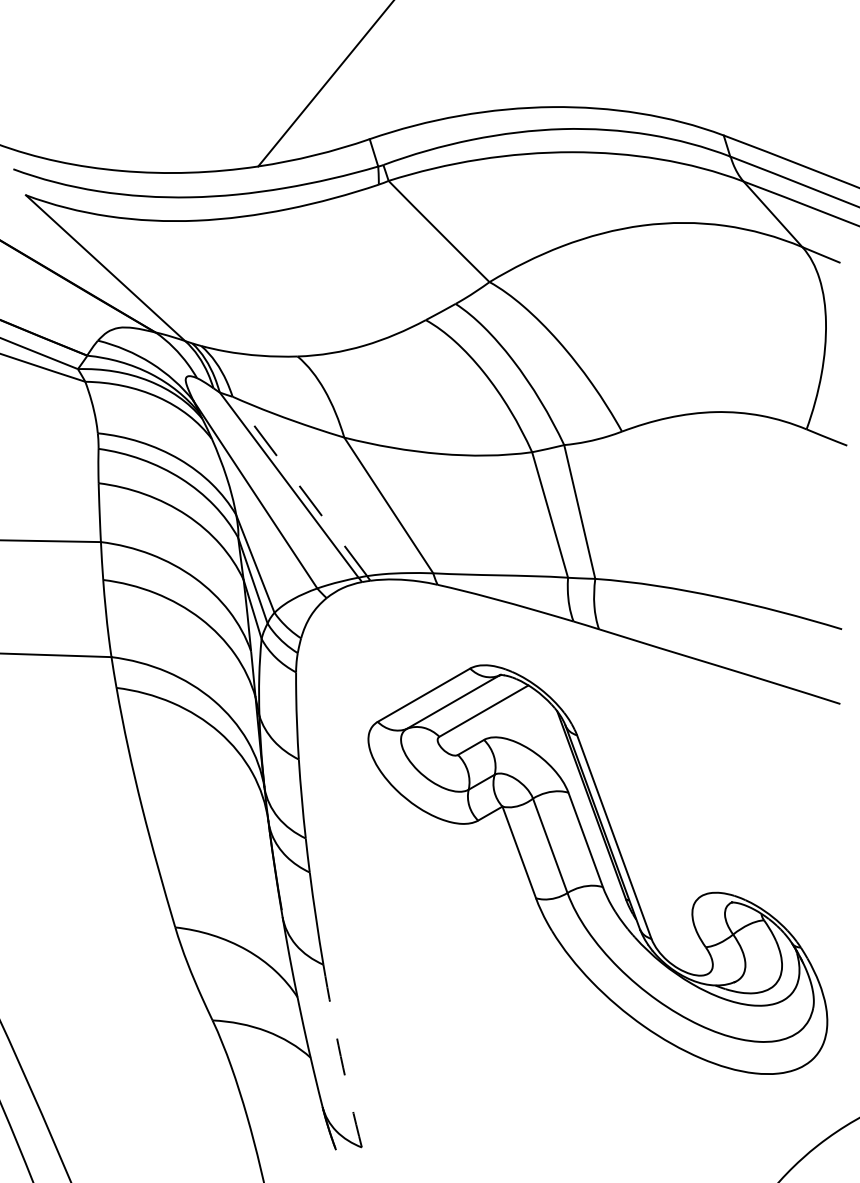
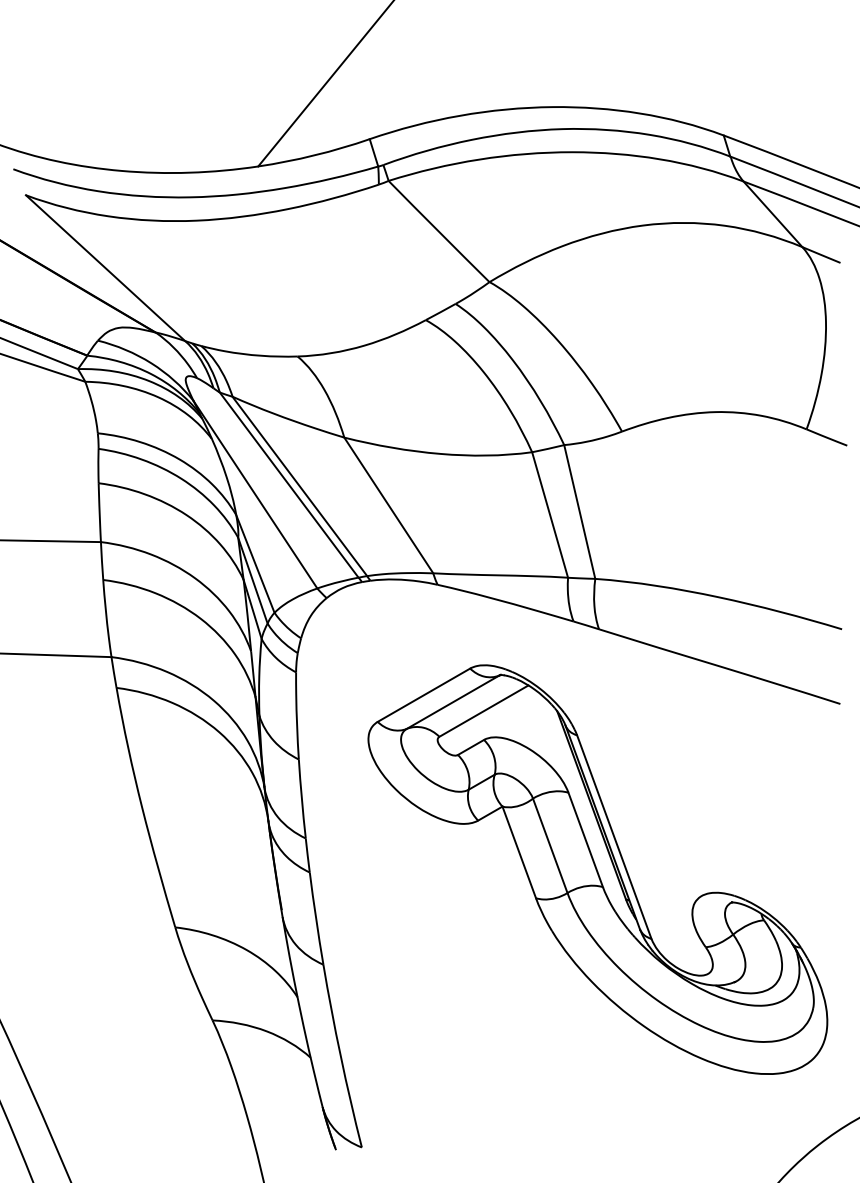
line at (299, 486): dashed -> solid
arc at (340, 1056): dashed -> solid
